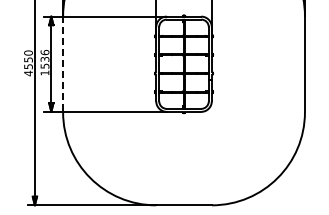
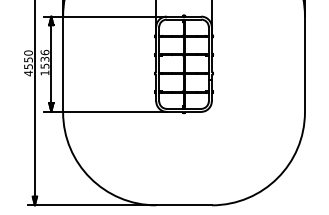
line at (63, 64): dashed -> solid
